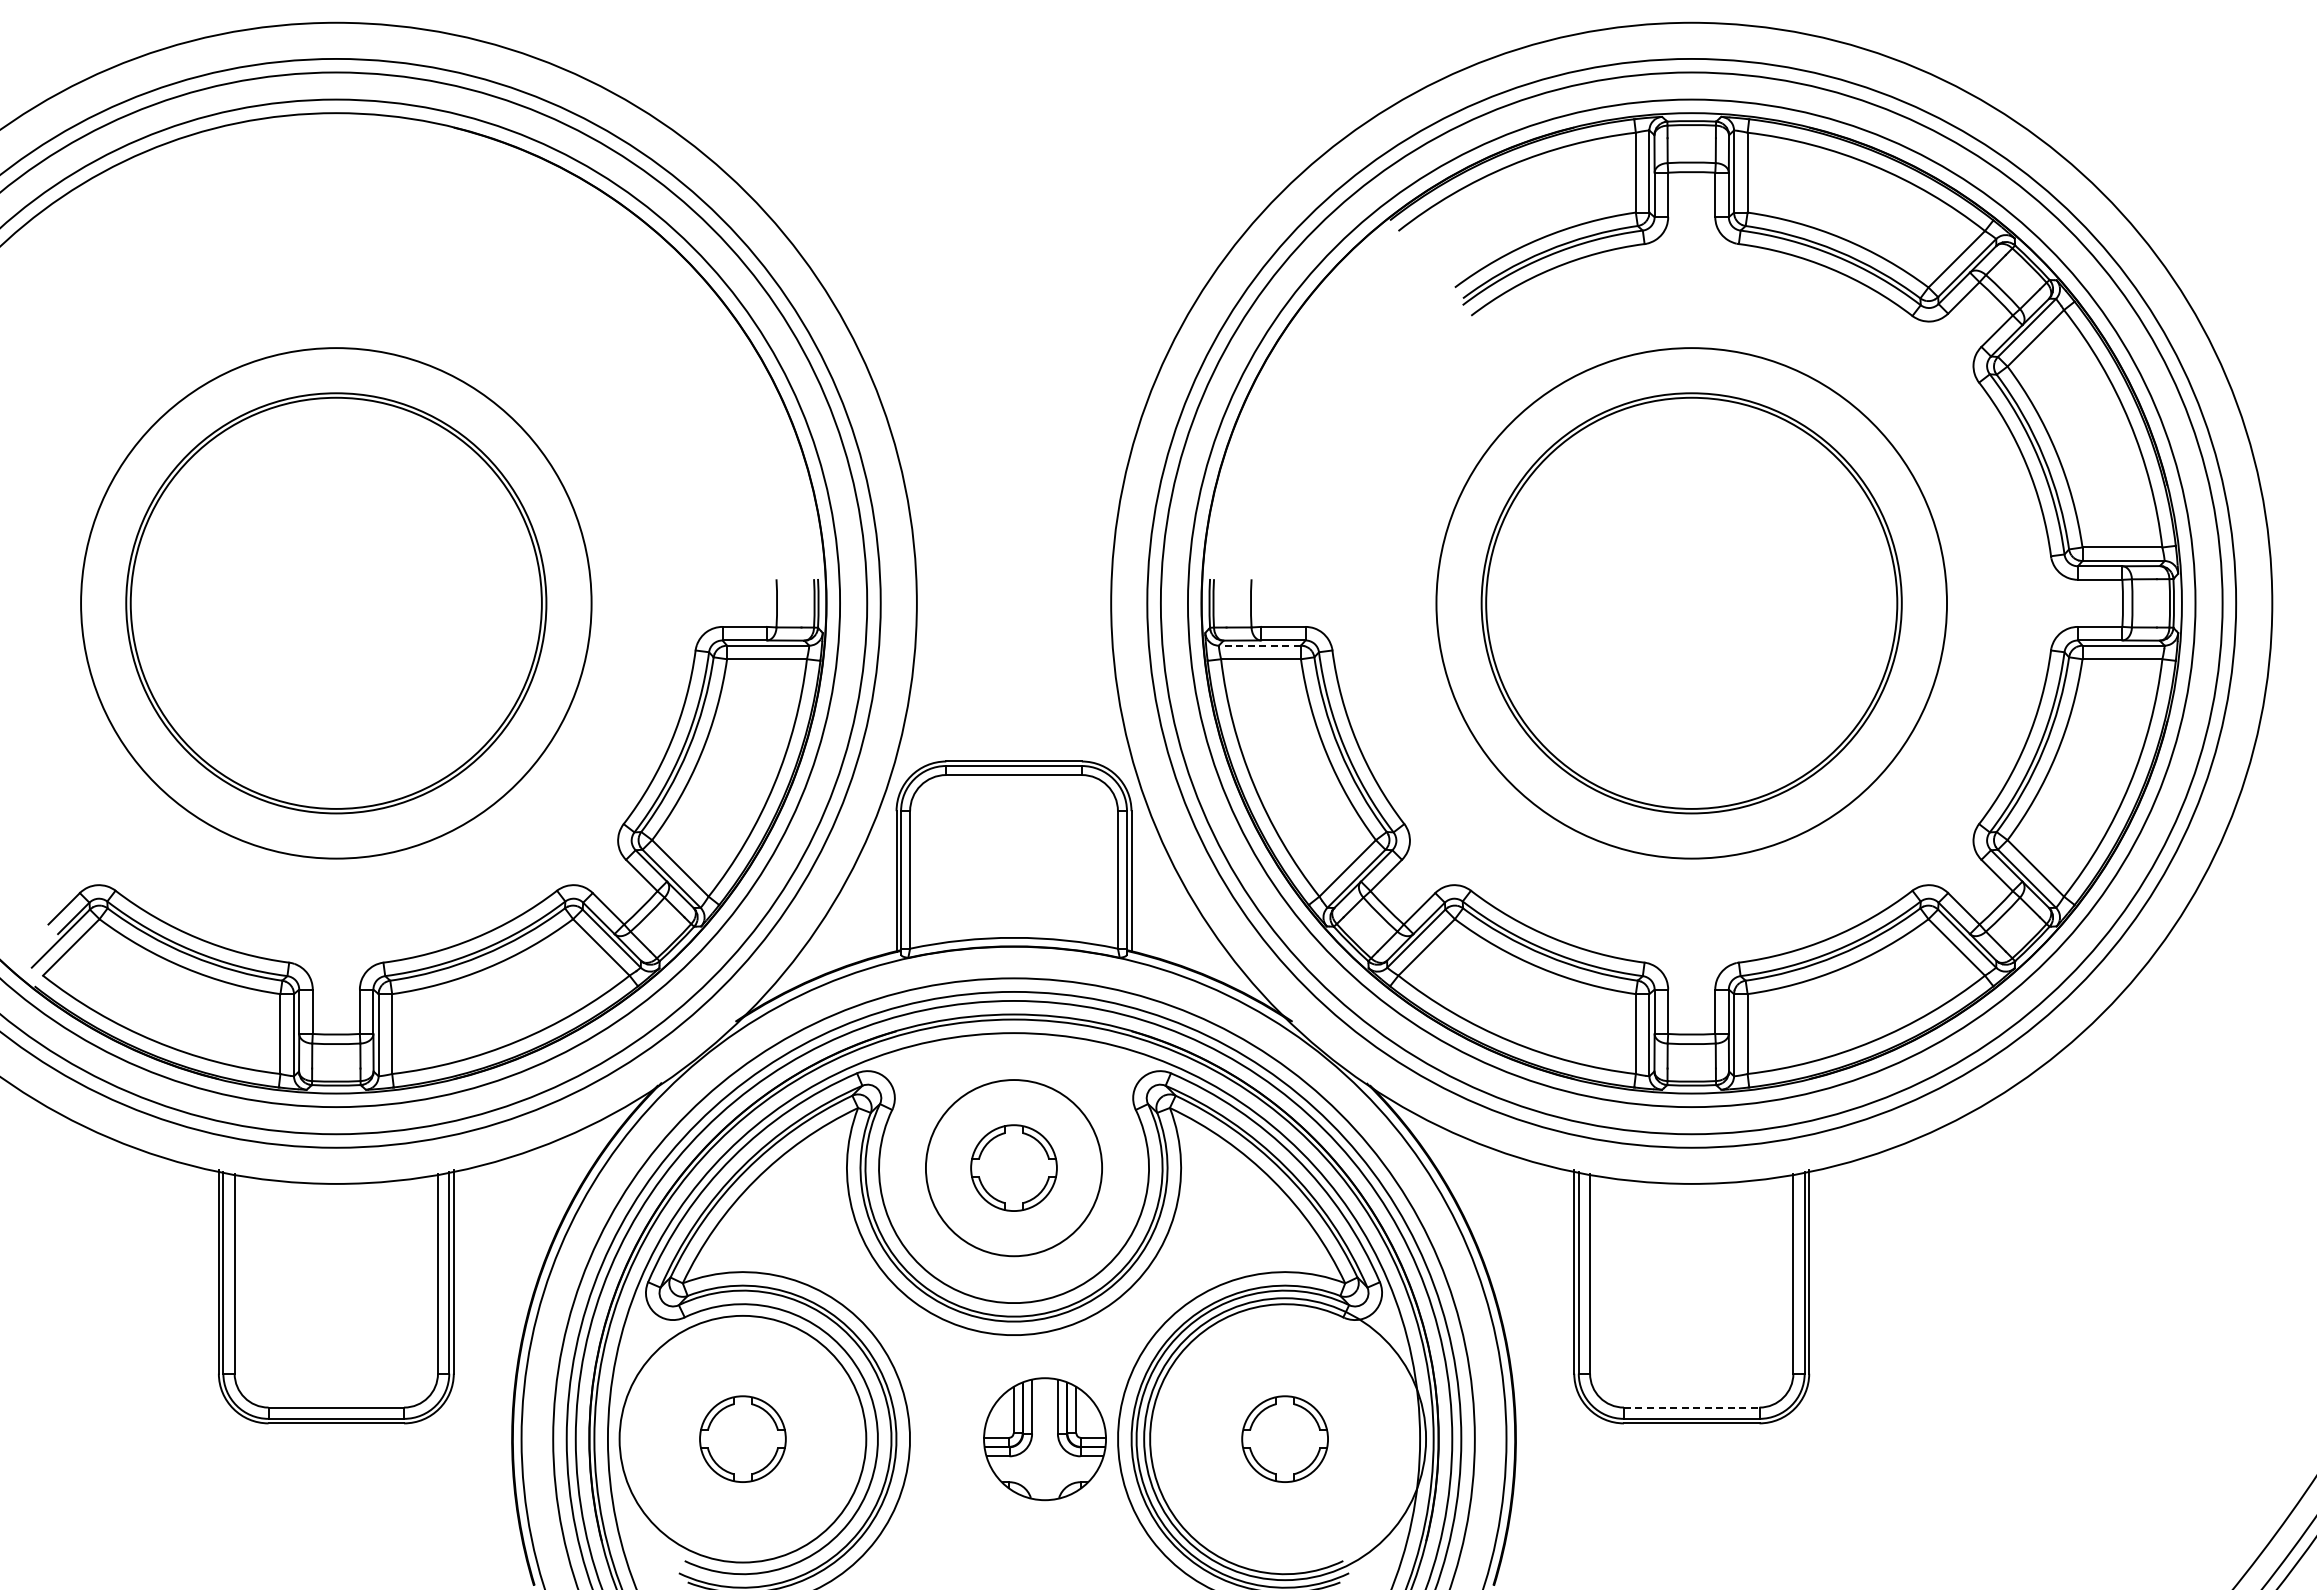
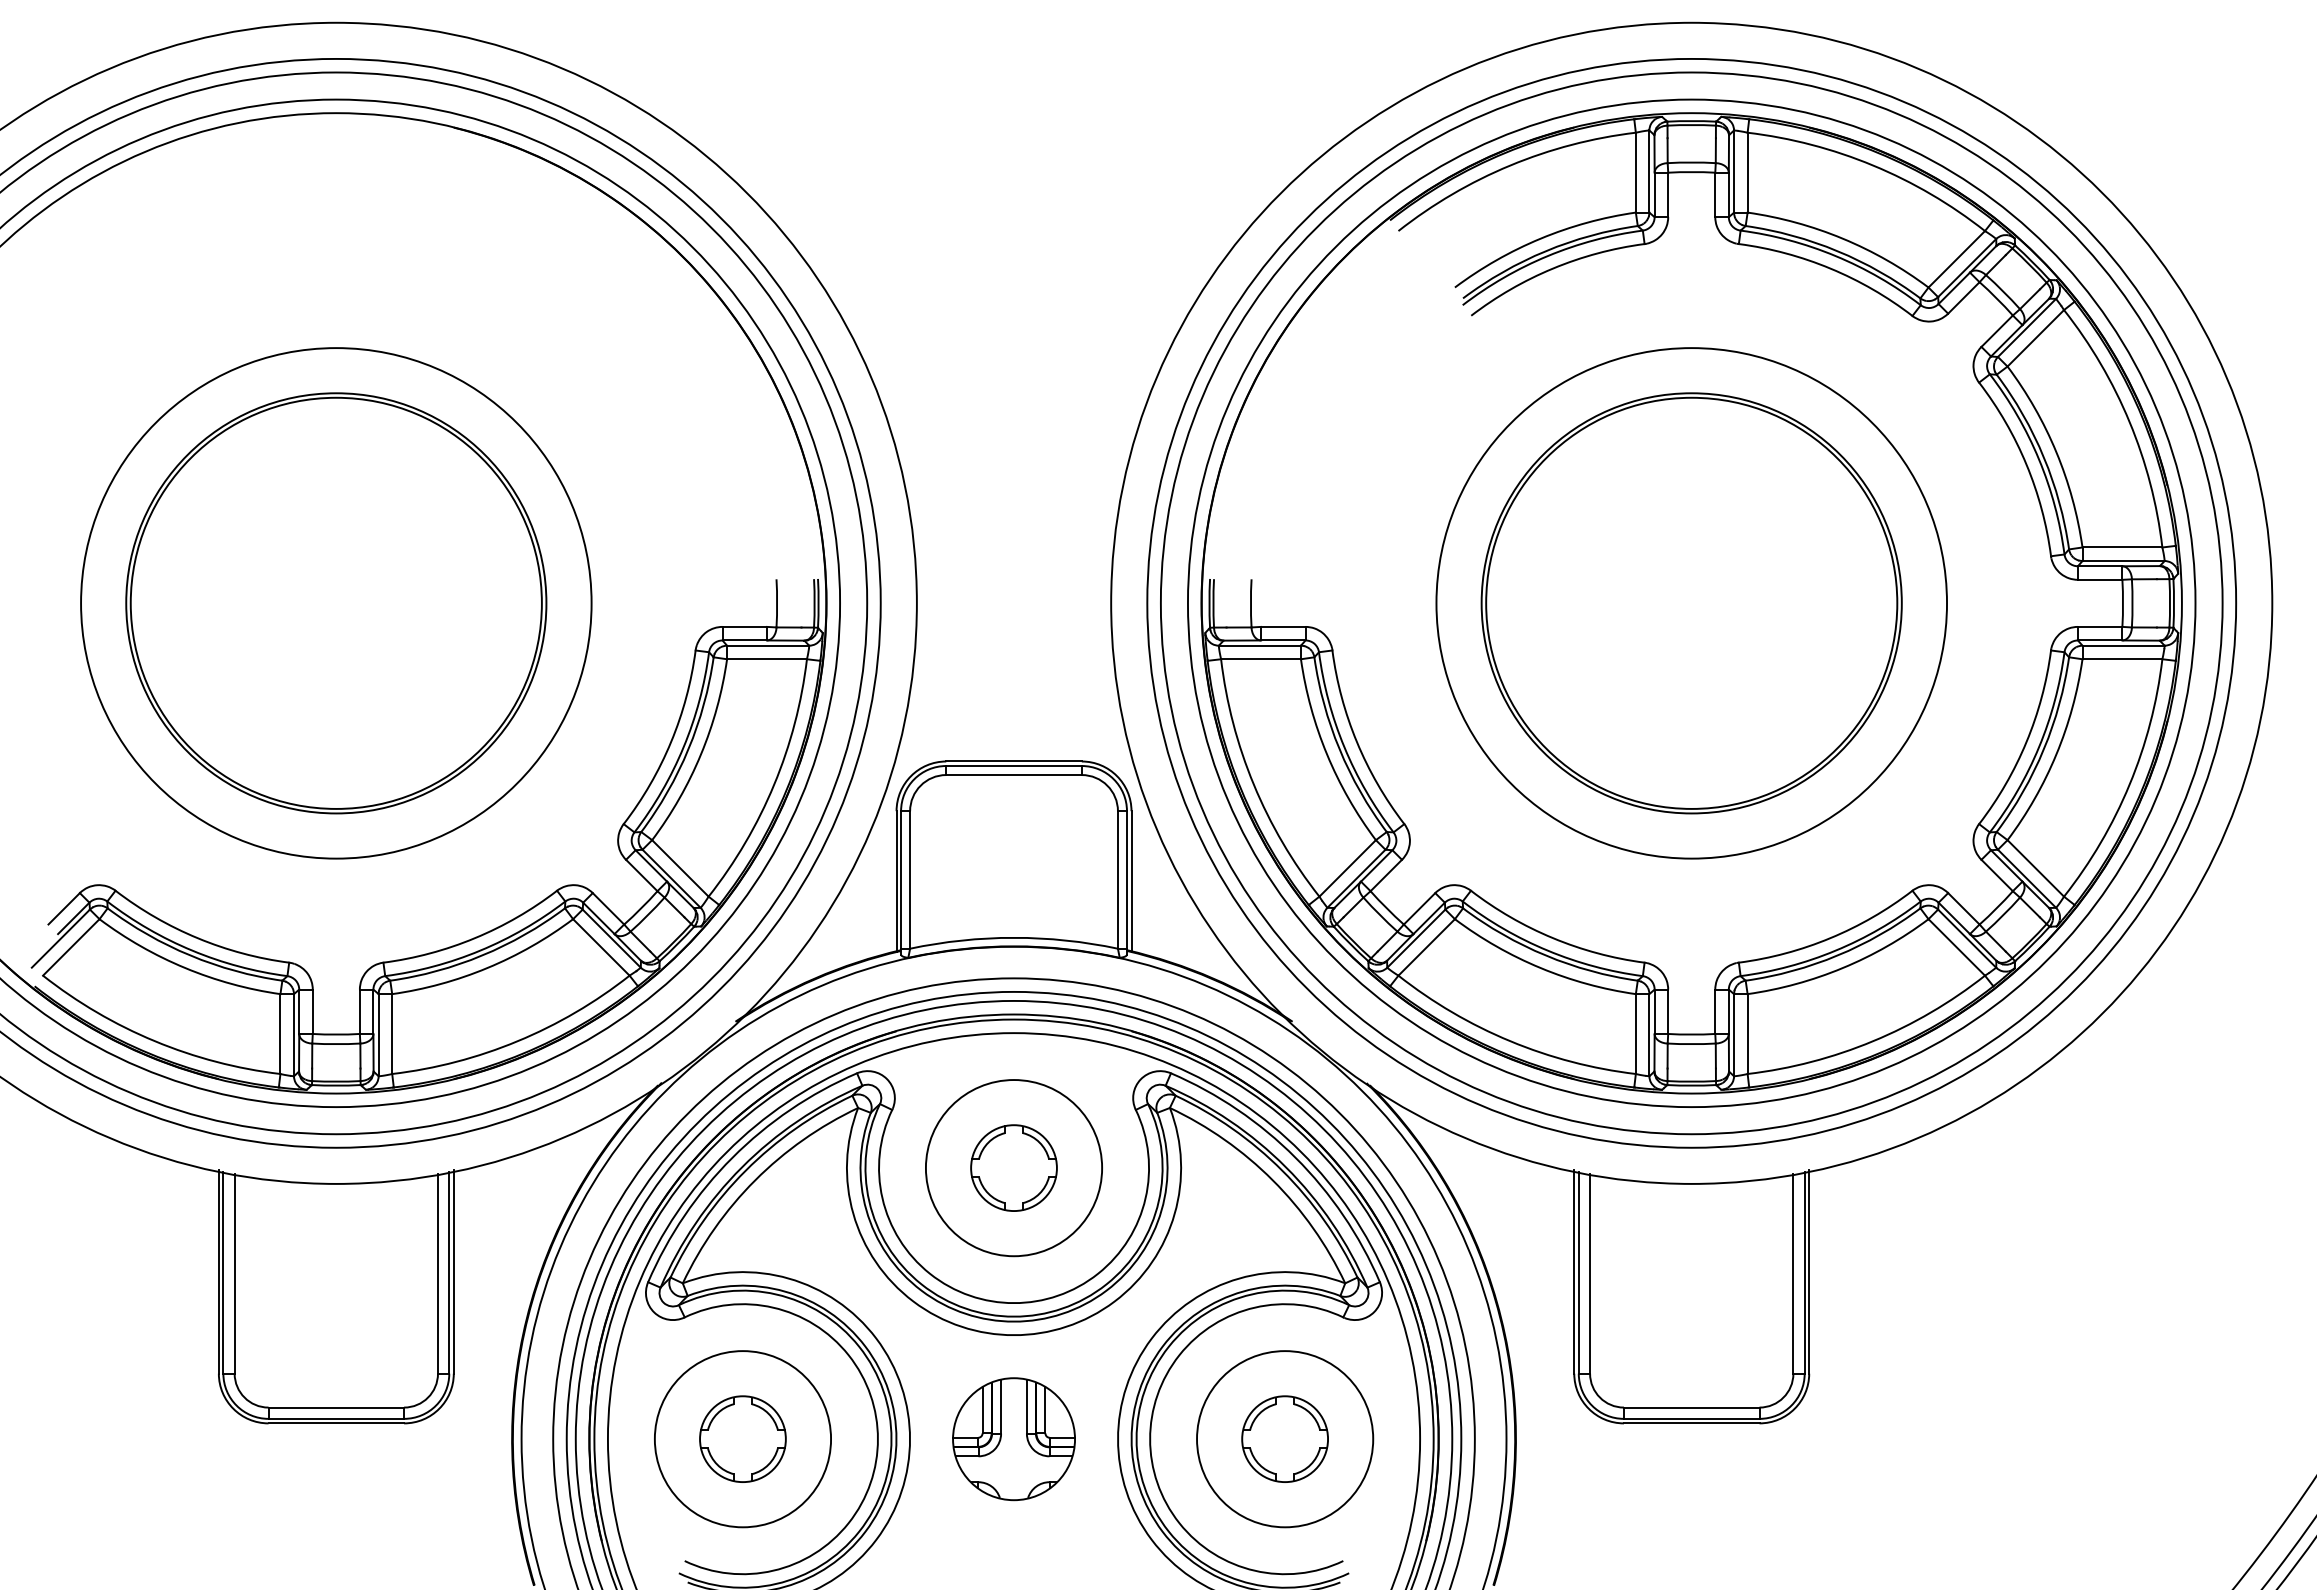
line at (1259, 645): dashed -> solid
line at (1691, 1407): dashed -> solid
circle at (742, 1438) diameter: 247 px -> 176 px
part at (1044, 1439) position: (1044, 1439) -> (1013, 1439)
circle at (1285, 1439) diameter: 282 px -> 176 px
